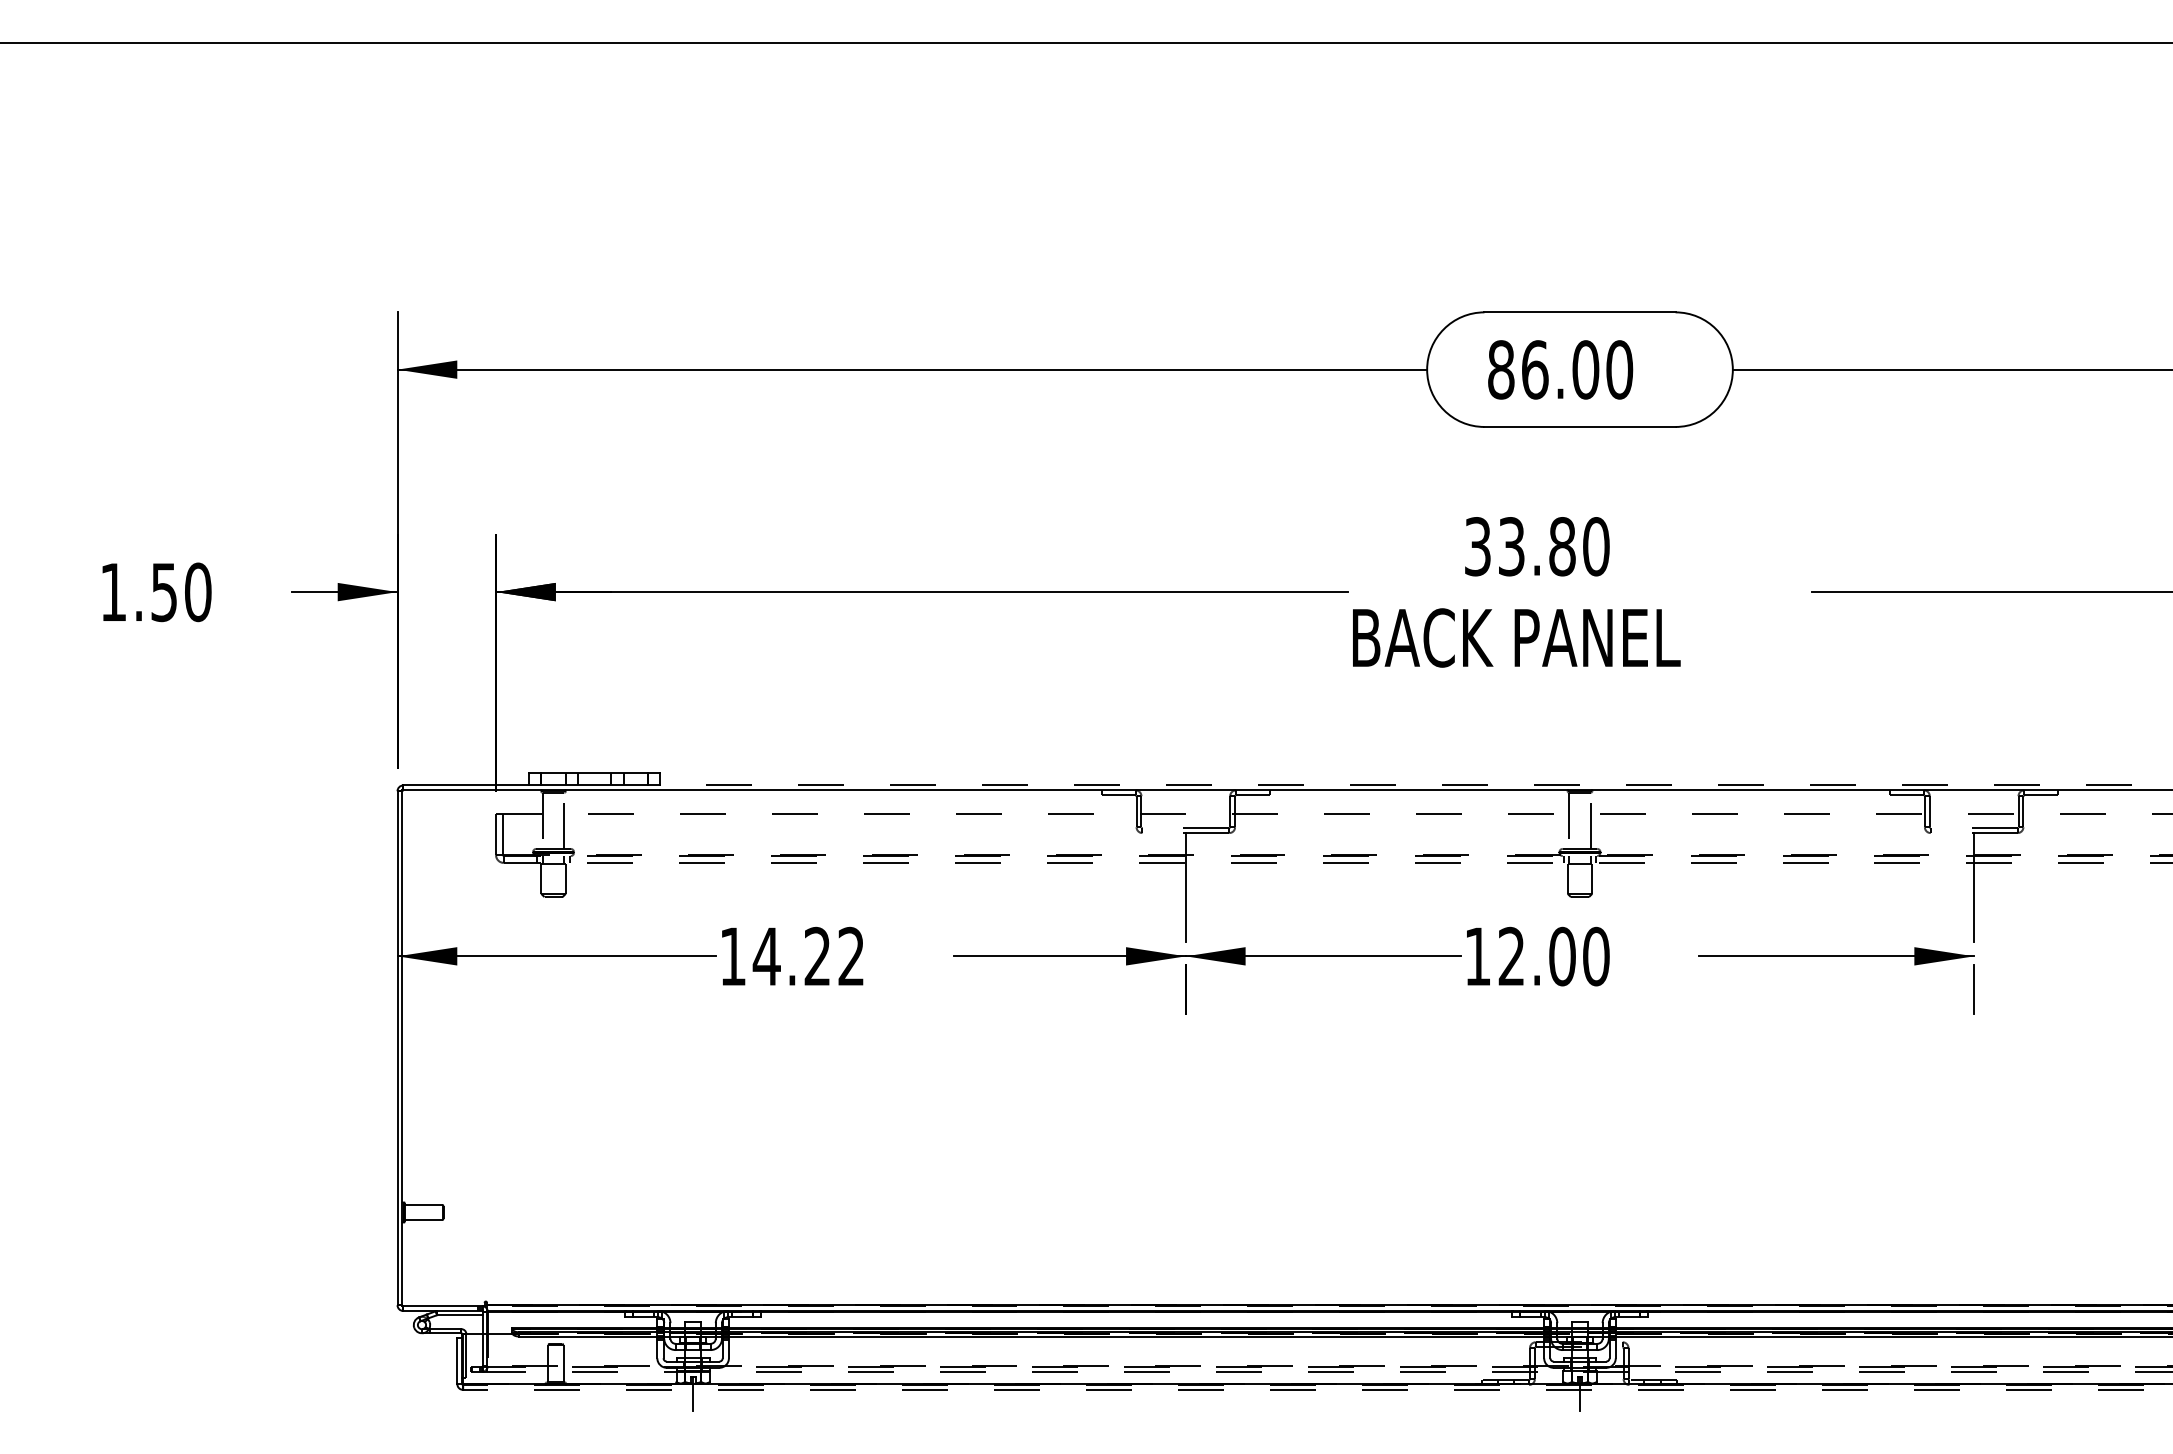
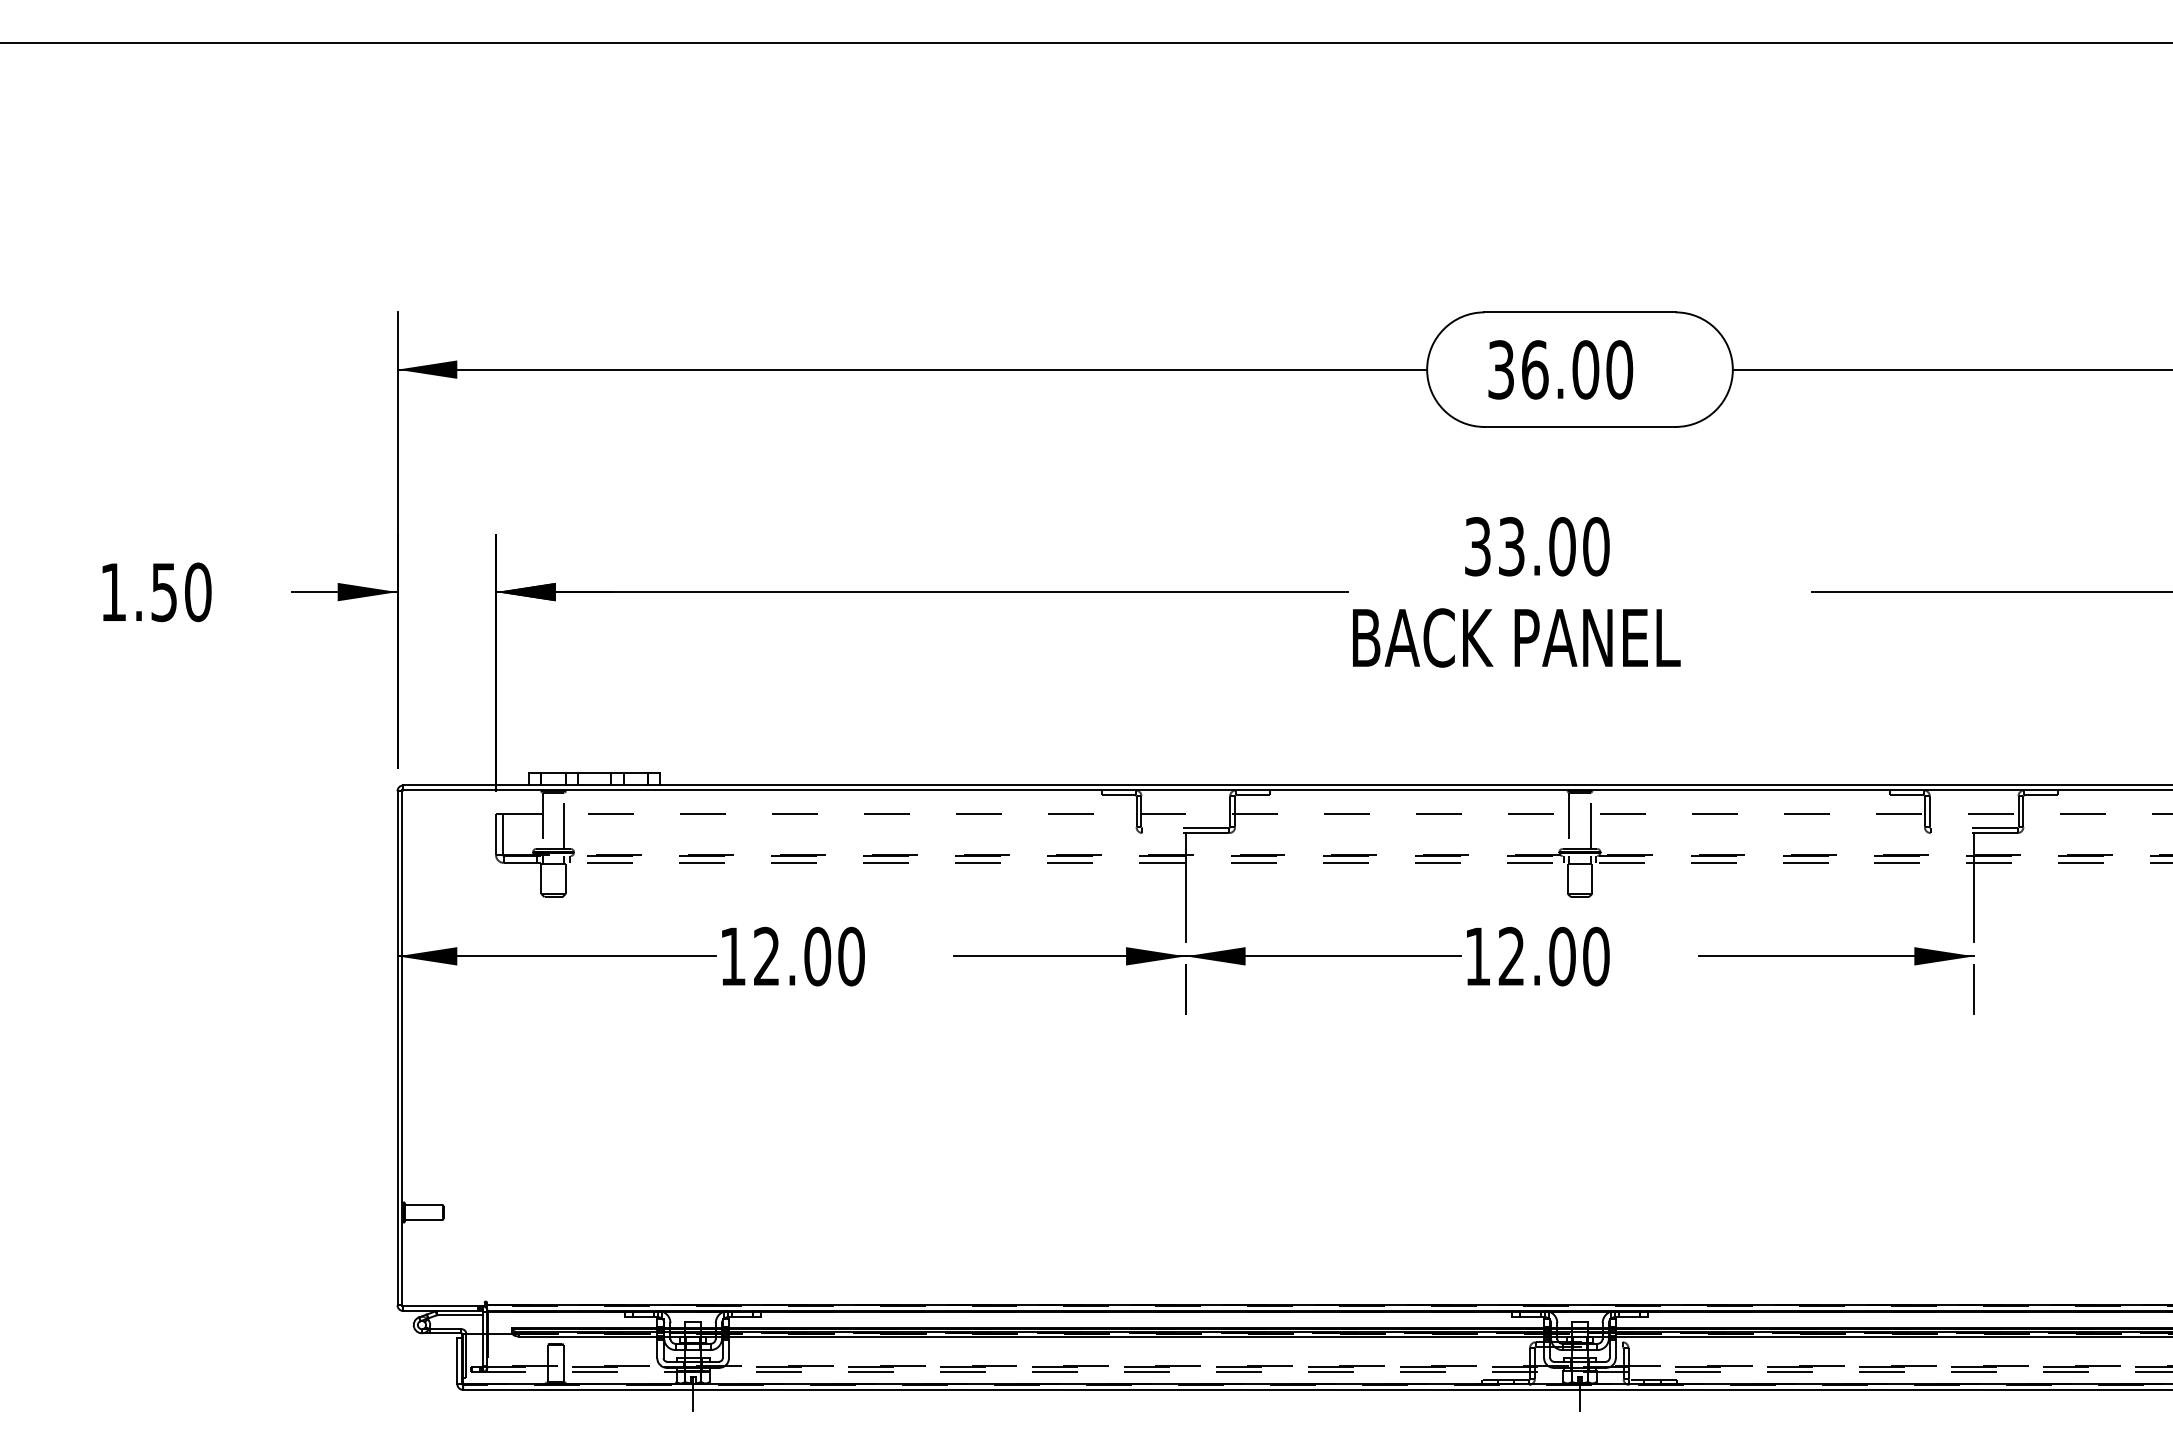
text at (1501, 369): 86.00 -> 36.00
text at (1562, 546): 33.80 -> 33.00
line at (1416, 785): dashed -> solid
text at (808, 956): 14.22 -> 12.00
line at (1317, 1389): dashed -> solid
